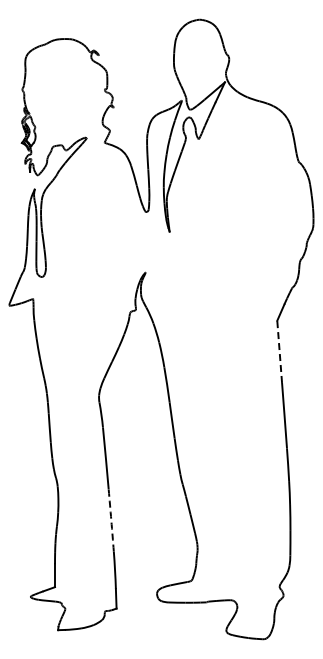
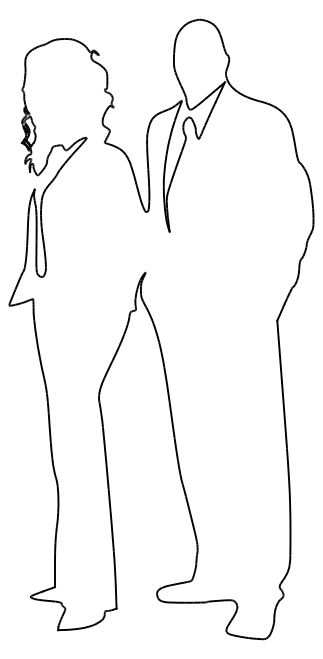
line at (279, 351): dashed -> solid
arc at (111, 520): dashed -> solid
